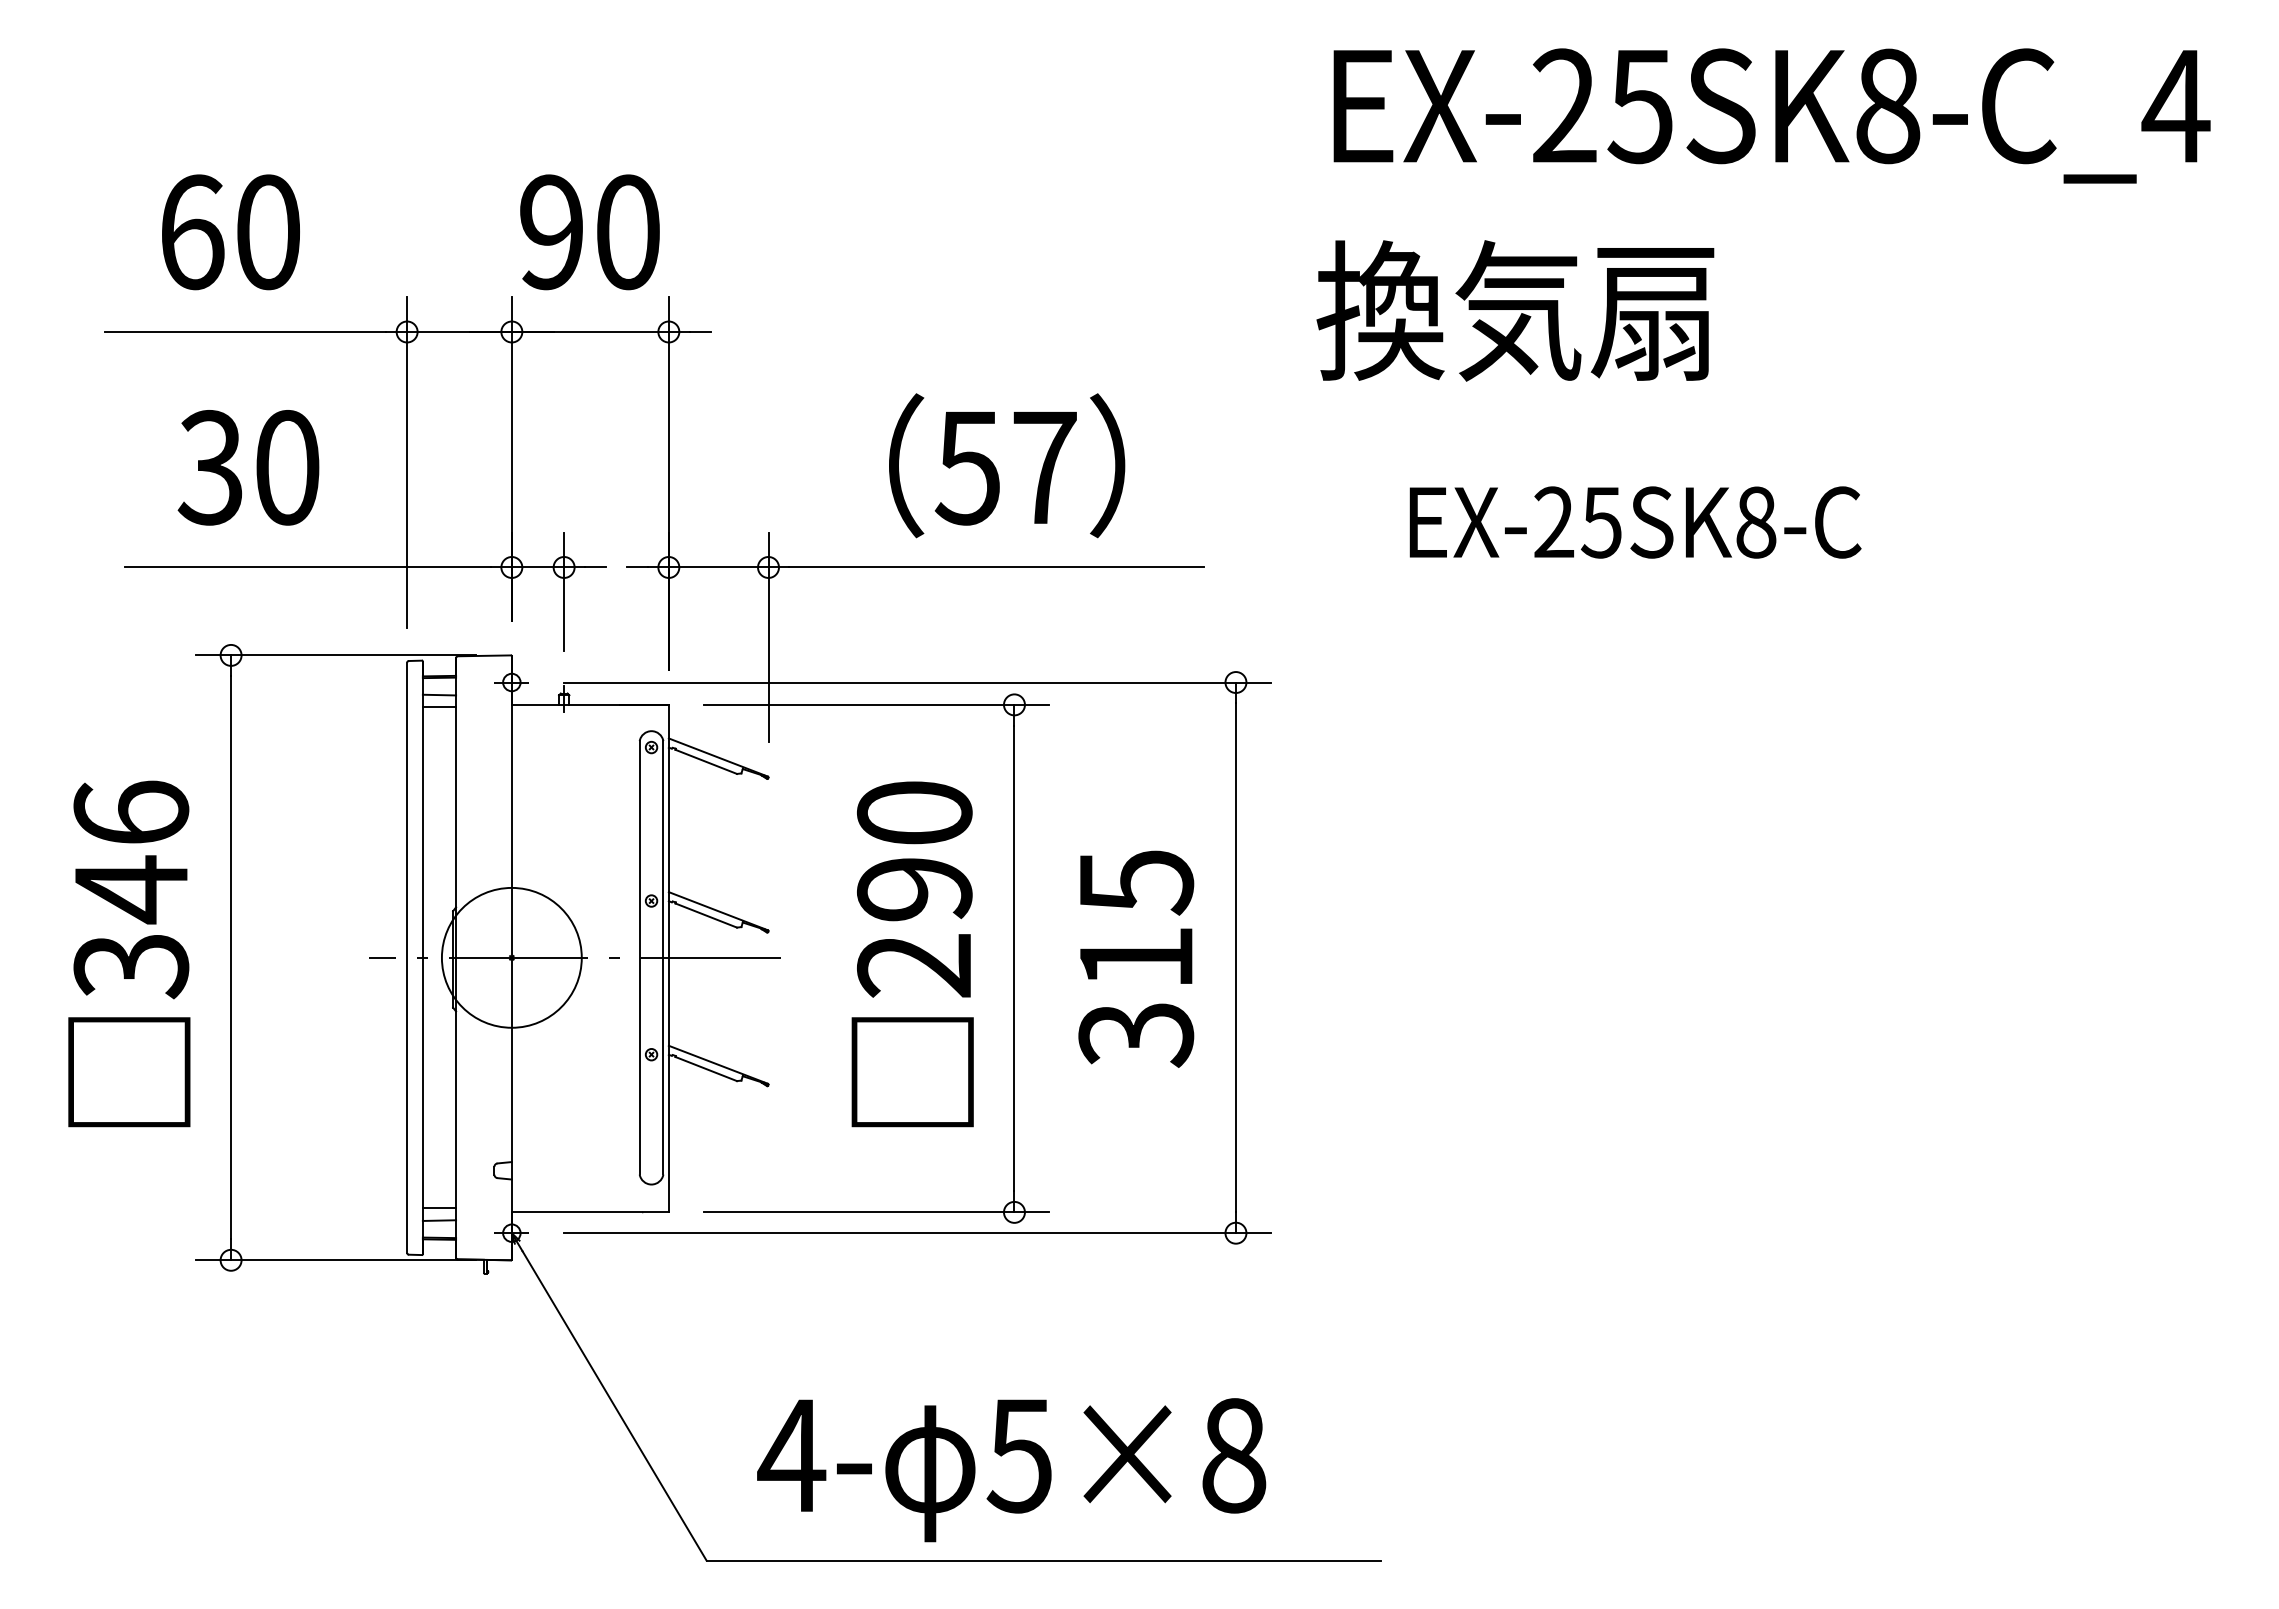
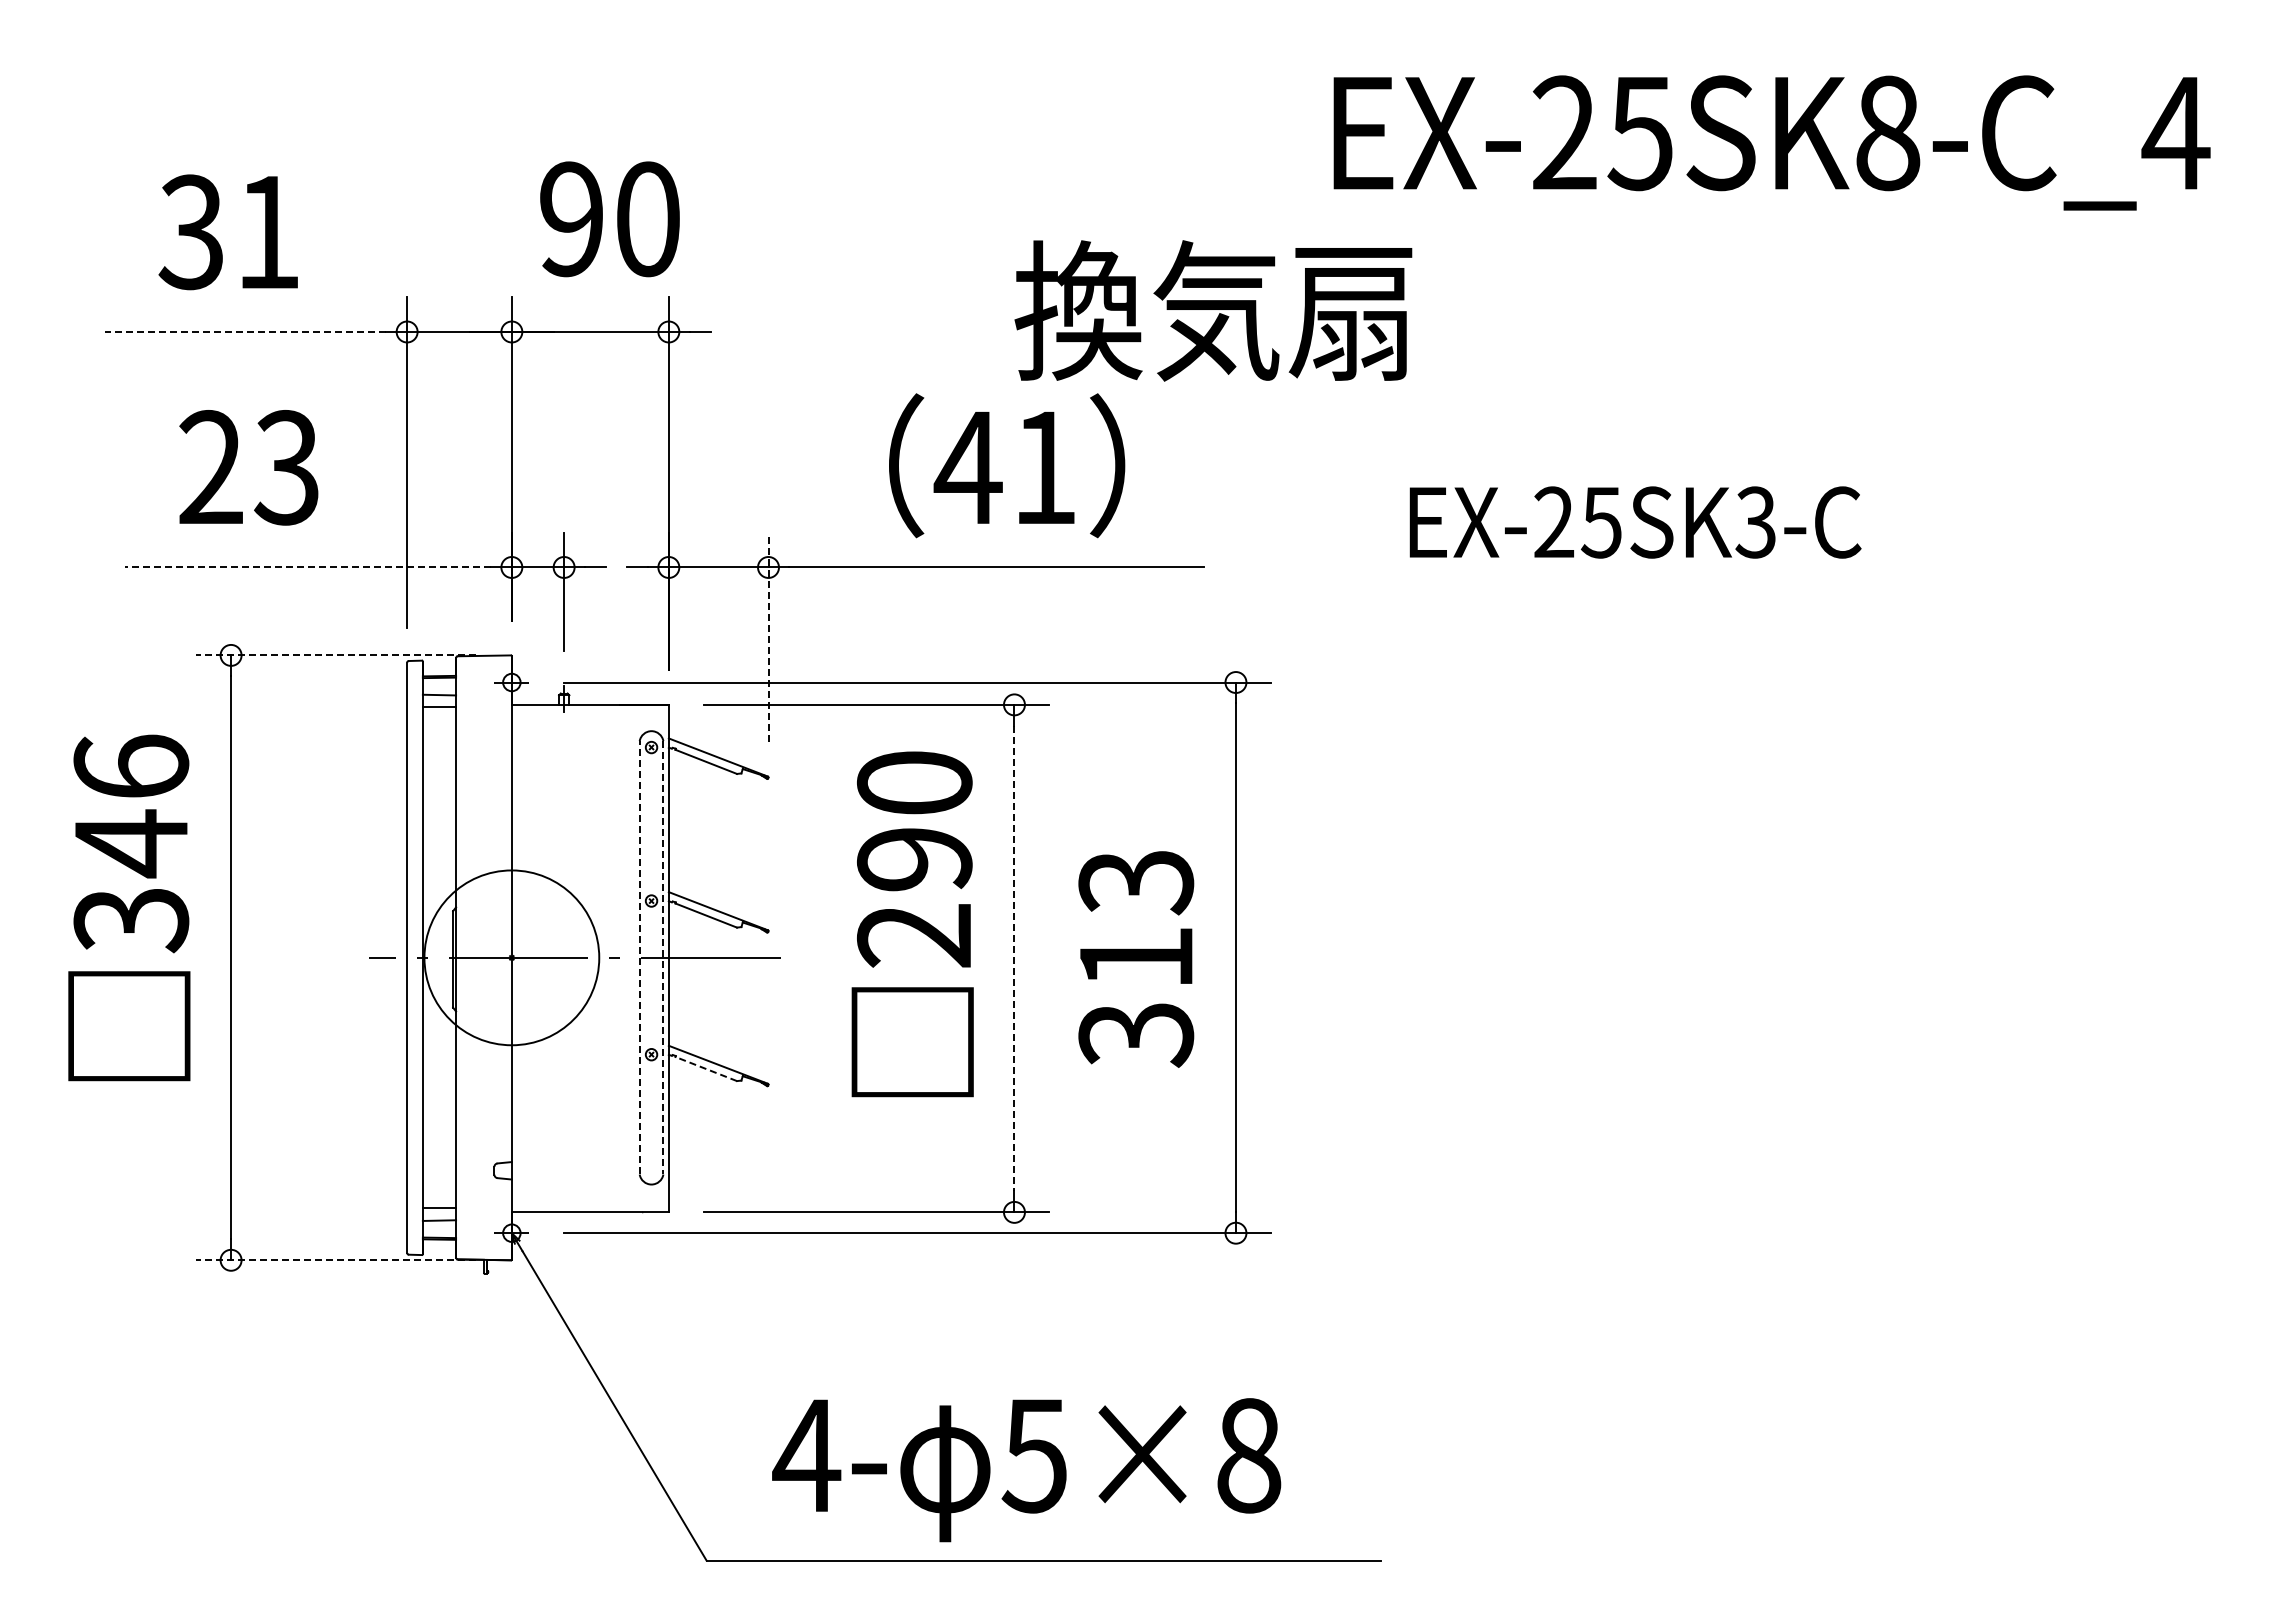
text at (1771, 115) position: (1771, 115) -> (1771, 142)
text at (228, 232): 60 -> 31
text at (589, 232) position: (589, 232) -> (609, 219)
text at (1515, 310) position: (1515, 310) -> (1213, 310)
line at (245, 332): solid -> dashed
text at (248, 467): 30 -> 23
text at (1004, 468): 57 -> 41
text at (1755, 522): EX-25SK8-C -> EX-25SK3-C
line at (307, 567): solid -> dashed
line at (768, 637): solid -> dashed
line at (336, 655): solid -> dashed
text at (1135, 882): 315 -> 313
text at (129, 953) position: (129, 953) -> (129, 907)
text at (912, 954) position: (912, 954) -> (912, 924)
circle at (511, 957) diameter: 140 px -> 175 px
line at (639, 957): solid -> dashed
line at (663, 957): solid -> dashed
line at (1014, 958): solid -> dashed
line at (705, 1068): solid -> dashed
line at (336, 1260): solid -> dashed
text at (1011, 1470) position: (1011, 1470) -> (1026, 1470)
